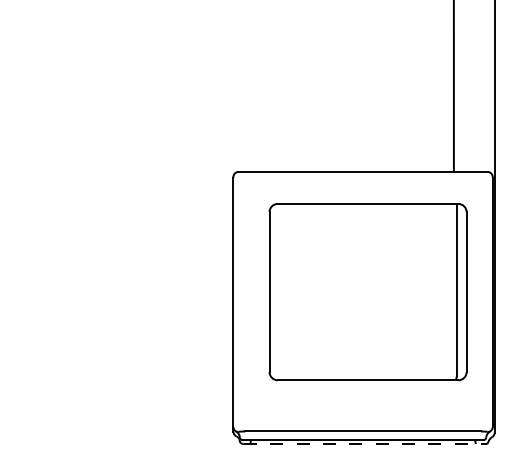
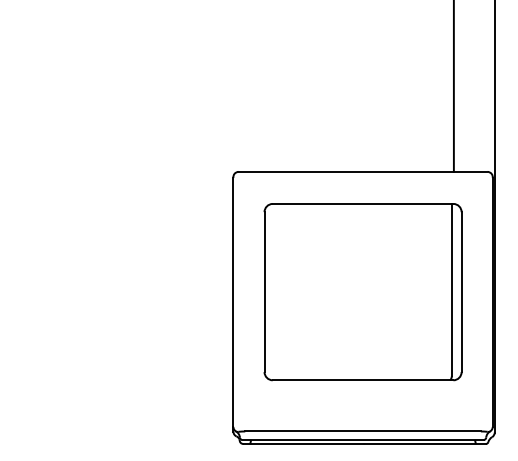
part at (367, 292) position: (367, 292) -> (362, 292)
line at (365, 444): dashed -> solid
